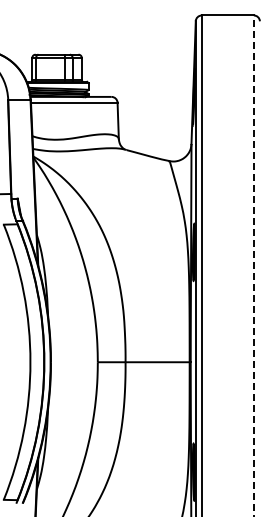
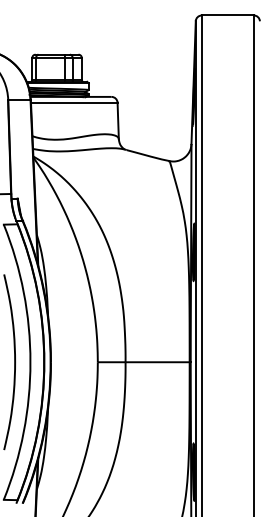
line at (253, 265): dashed -> solid
curve at (14, 362): none -> present
